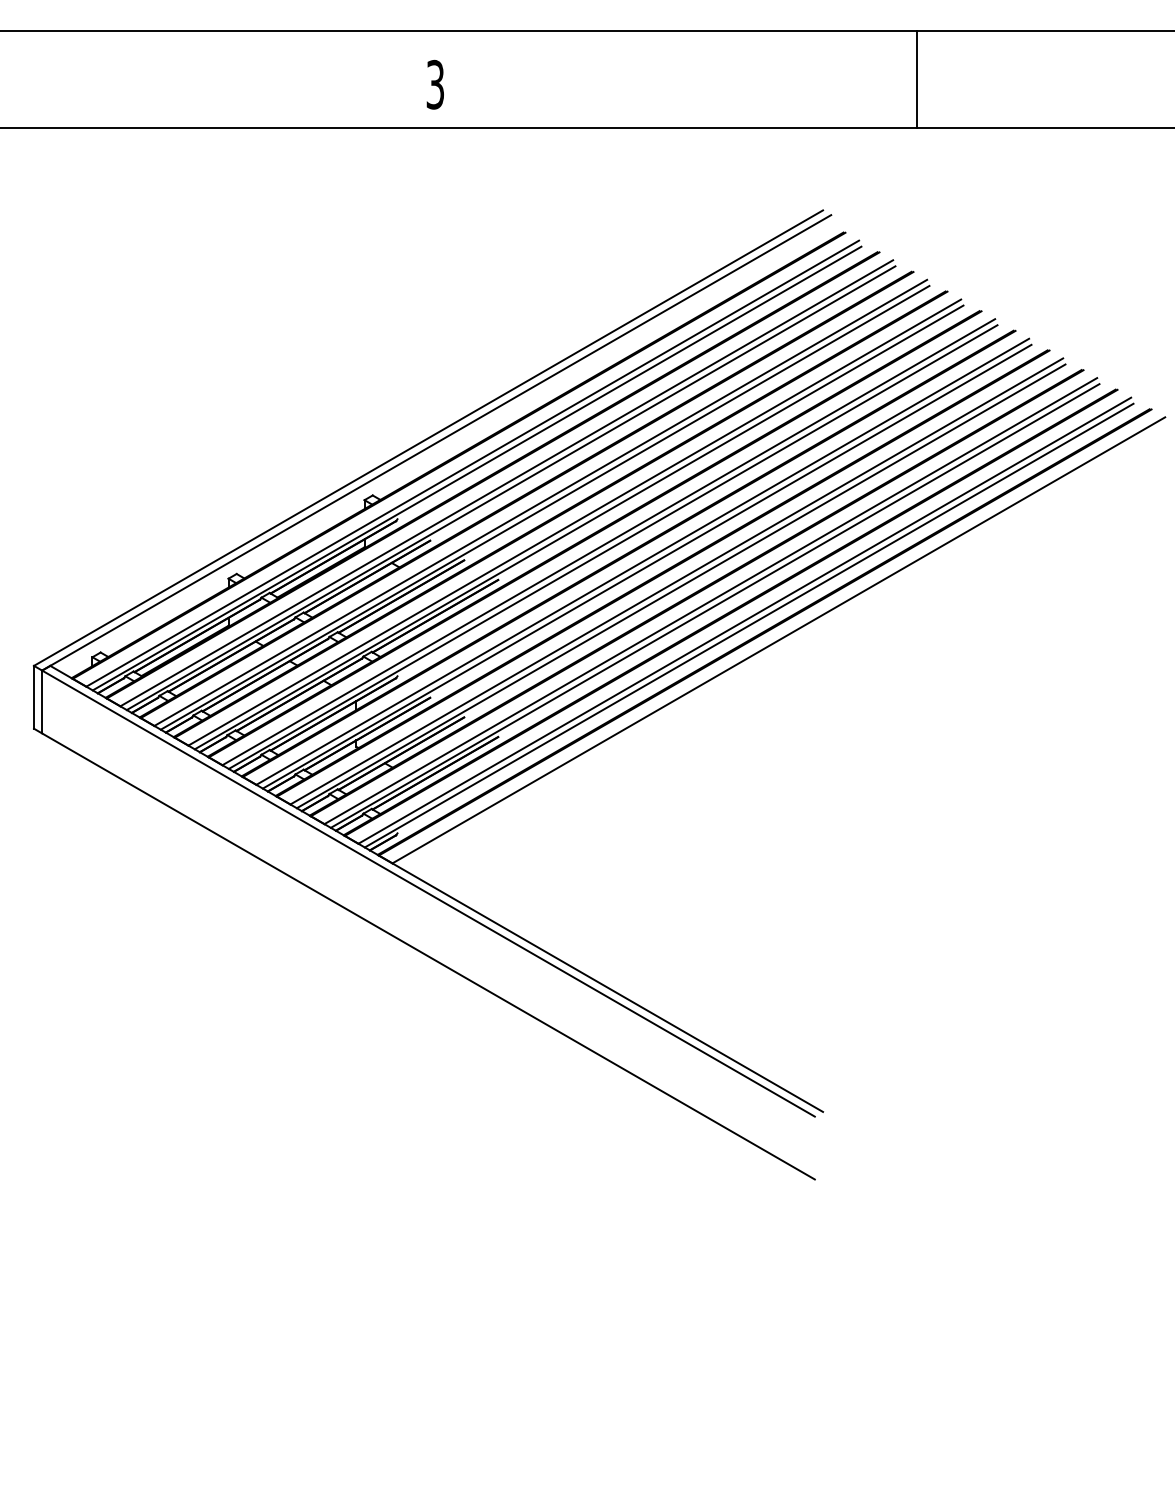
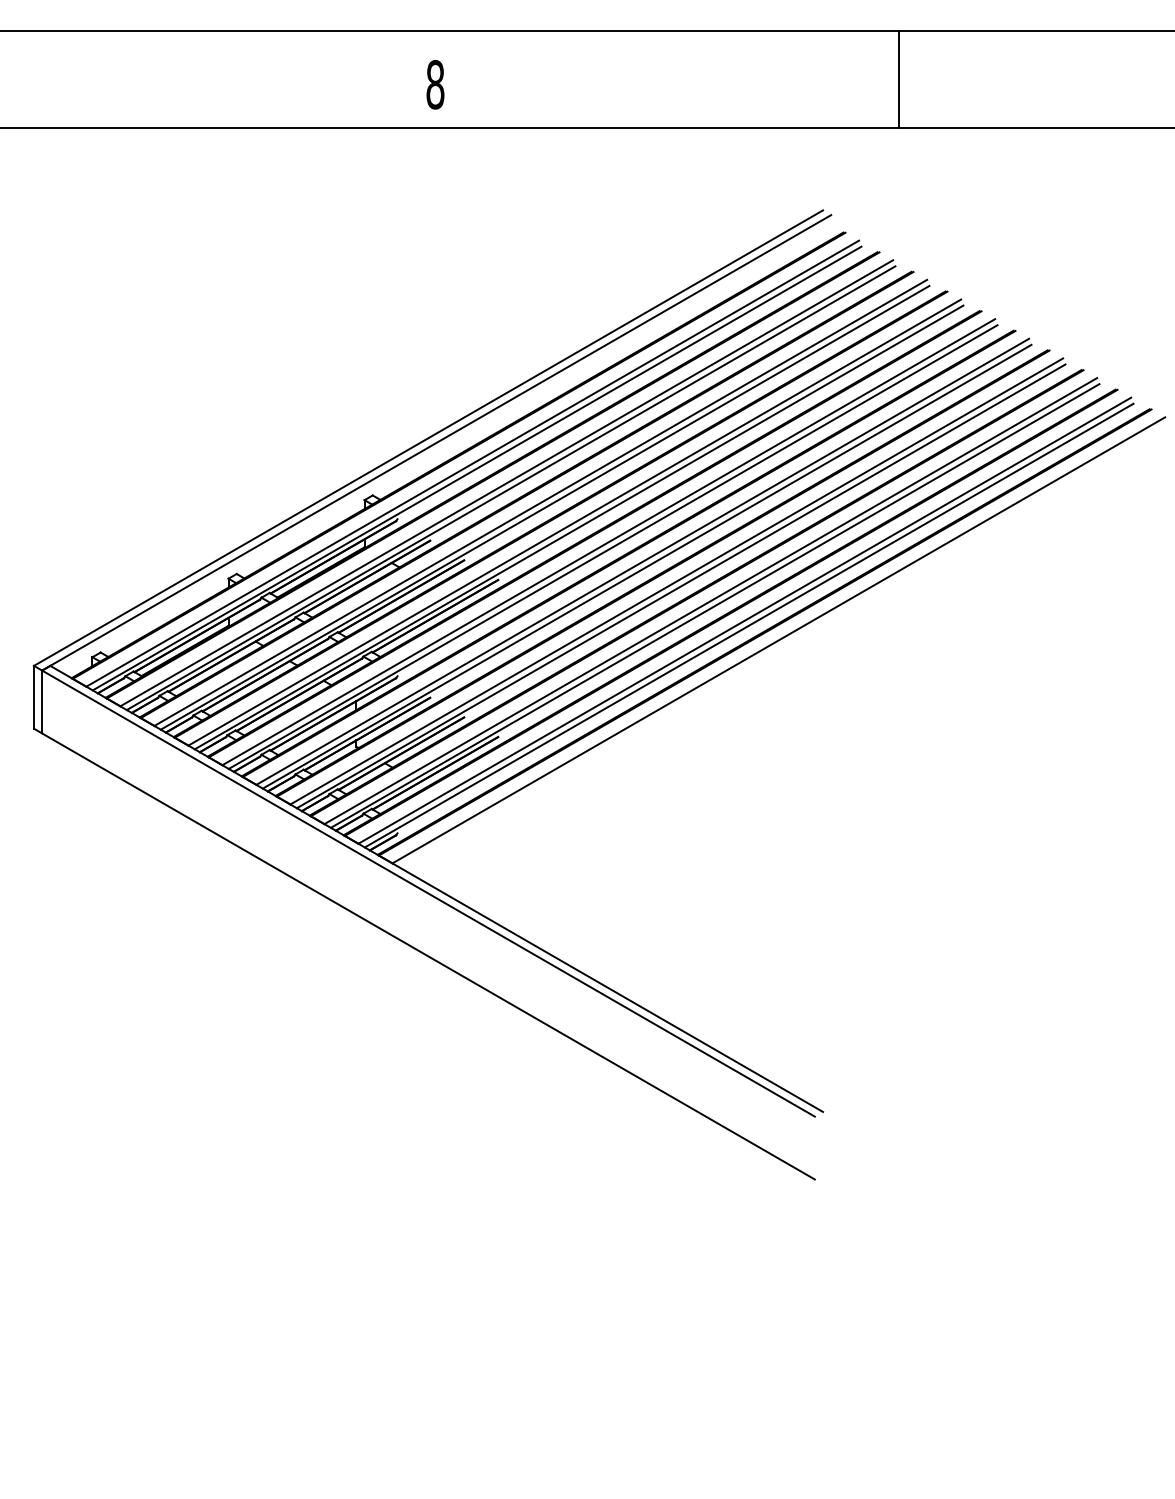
line at (916, 79) position: (916, 79) -> (898, 79)
text at (435, 84): 3 -> 8
